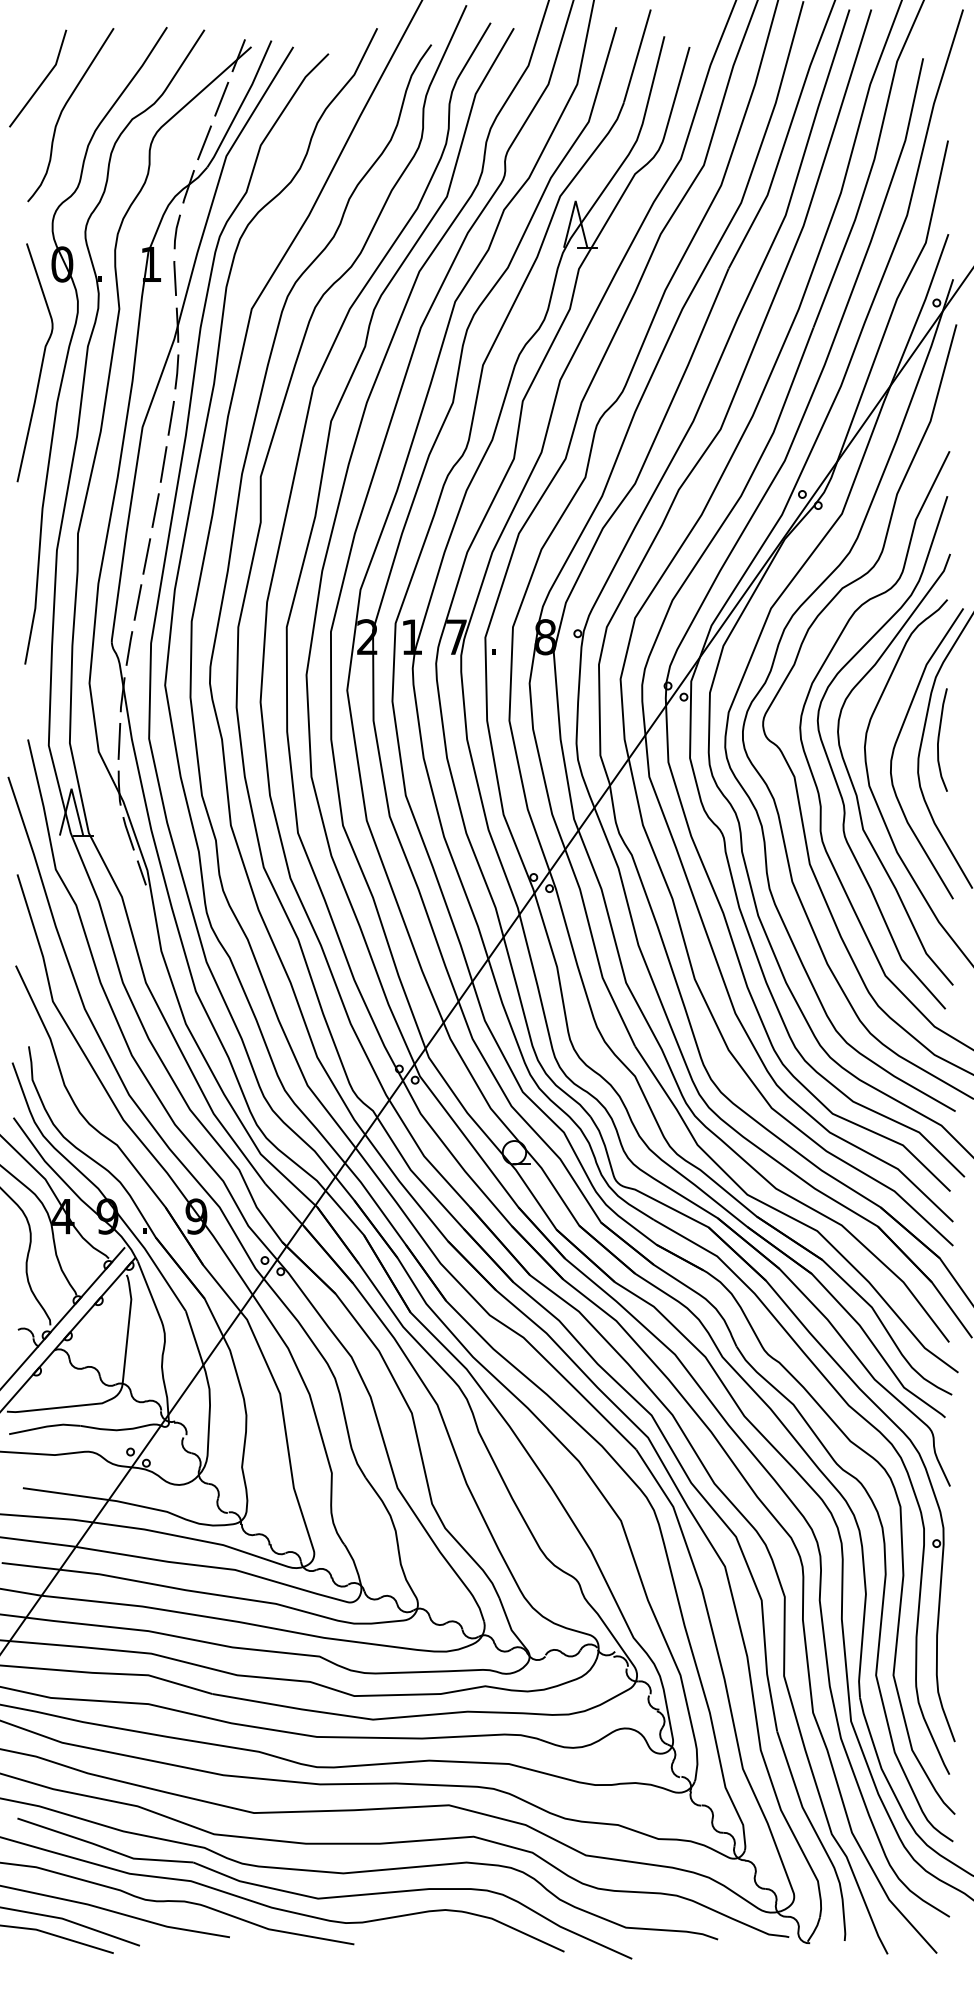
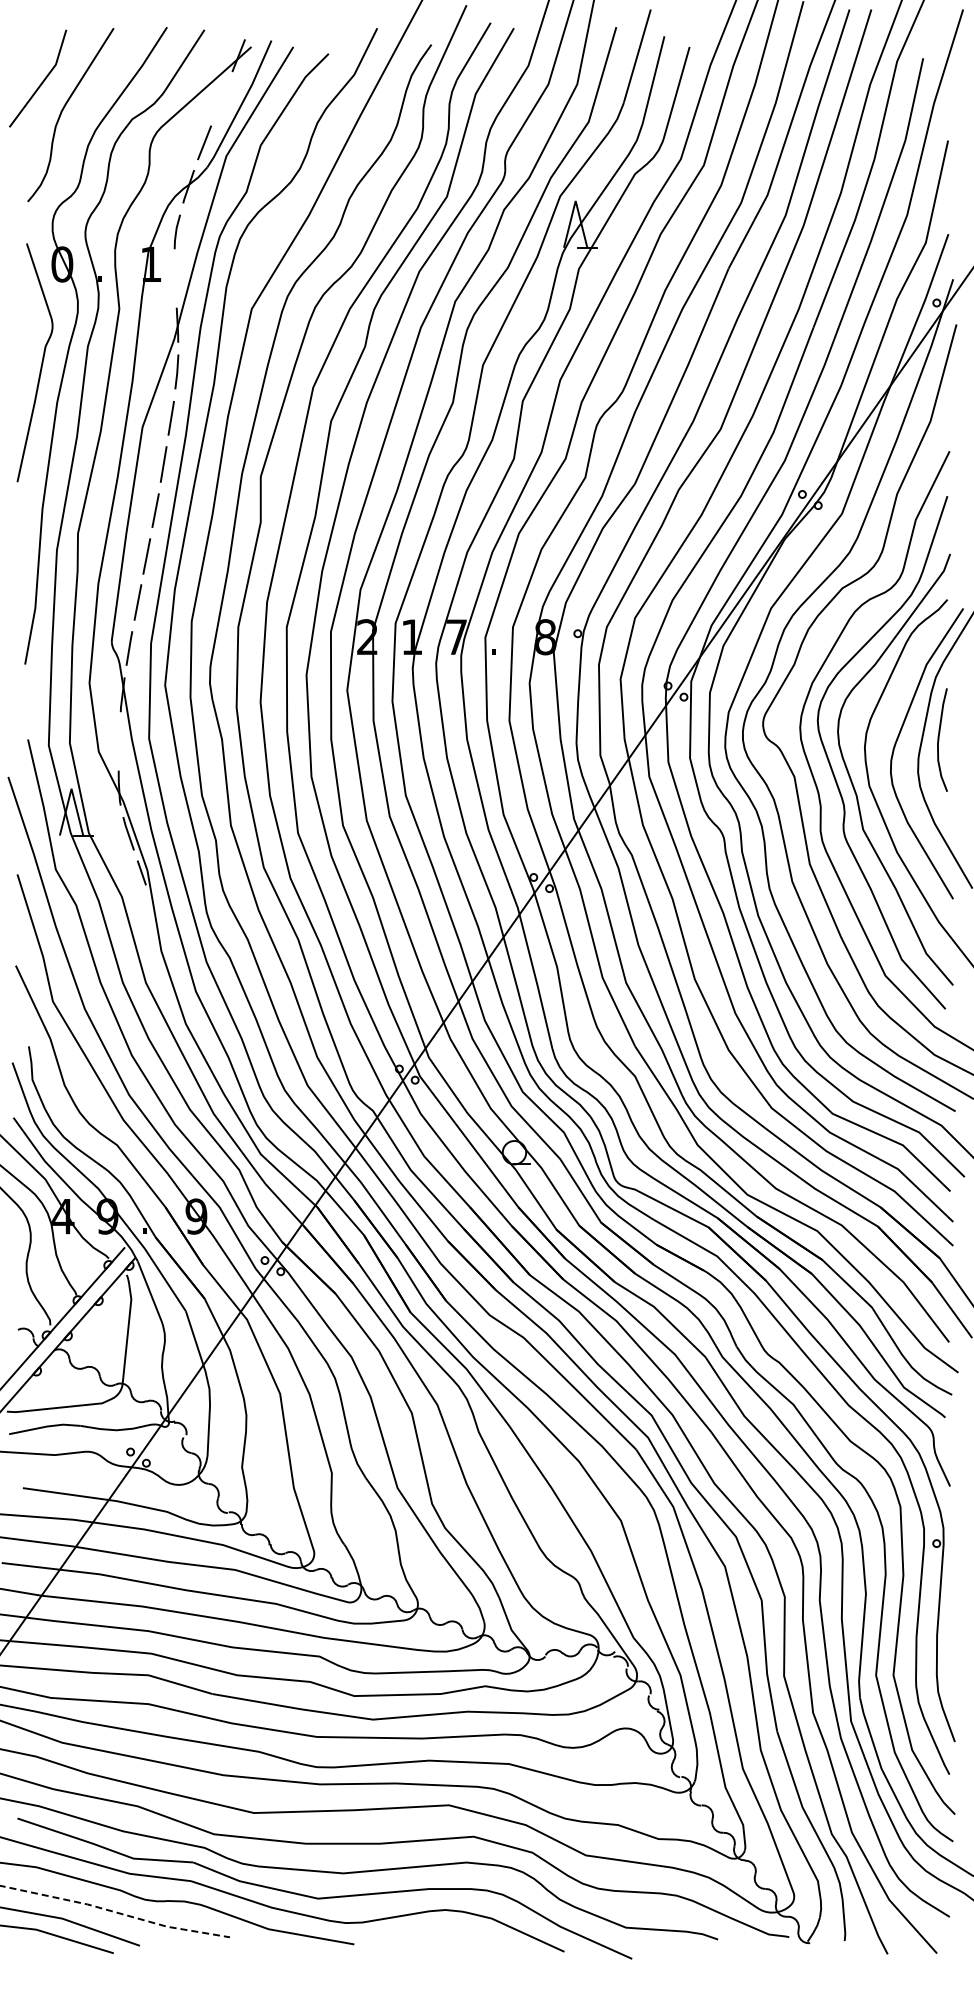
line at (221, 98): present -> none
line at (174, 278): present -> none
line at (119, 740): present -> none
line at (115, 1912): solid -> dashed
